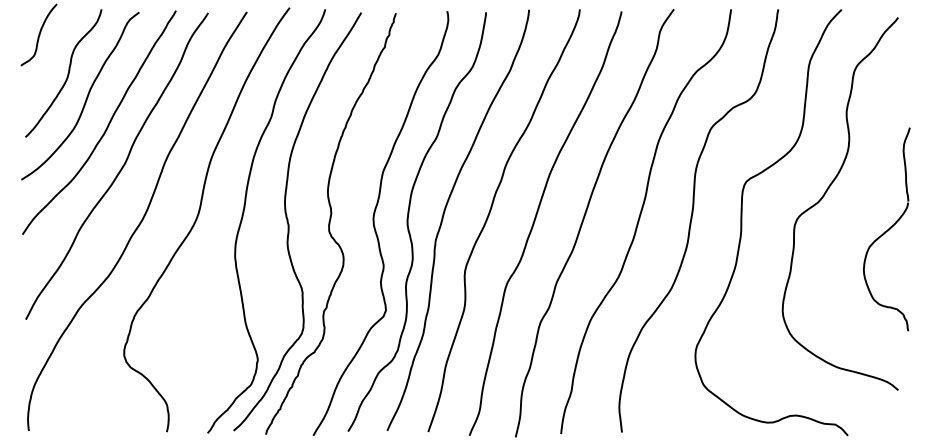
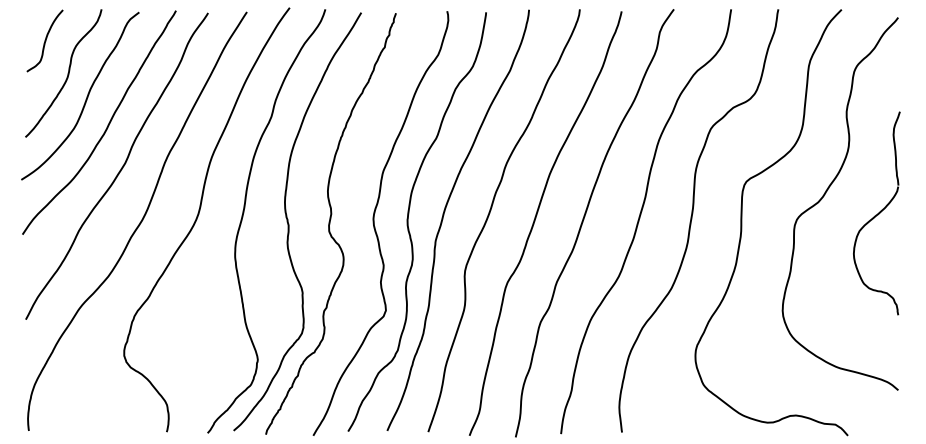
curve at (38, 34) position: (38, 34) -> (44, 40)
part at (886, 229) position: (886, 229) -> (876, 213)
